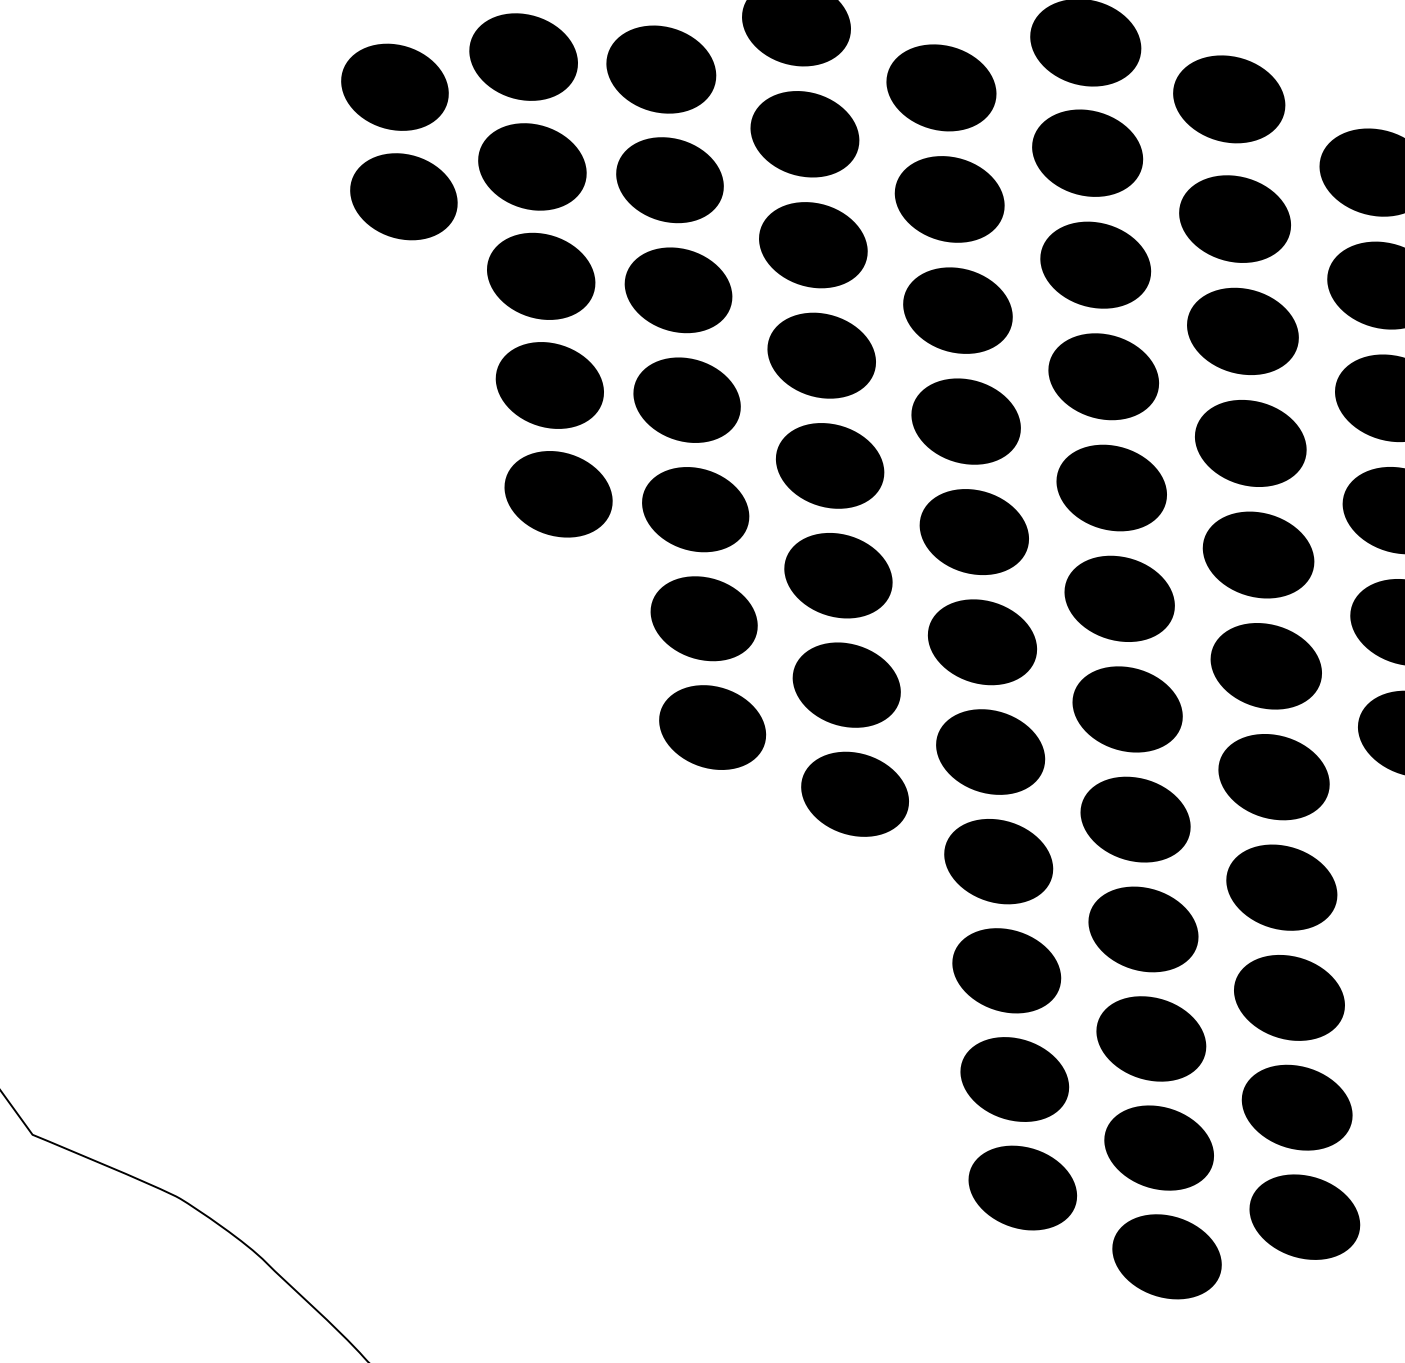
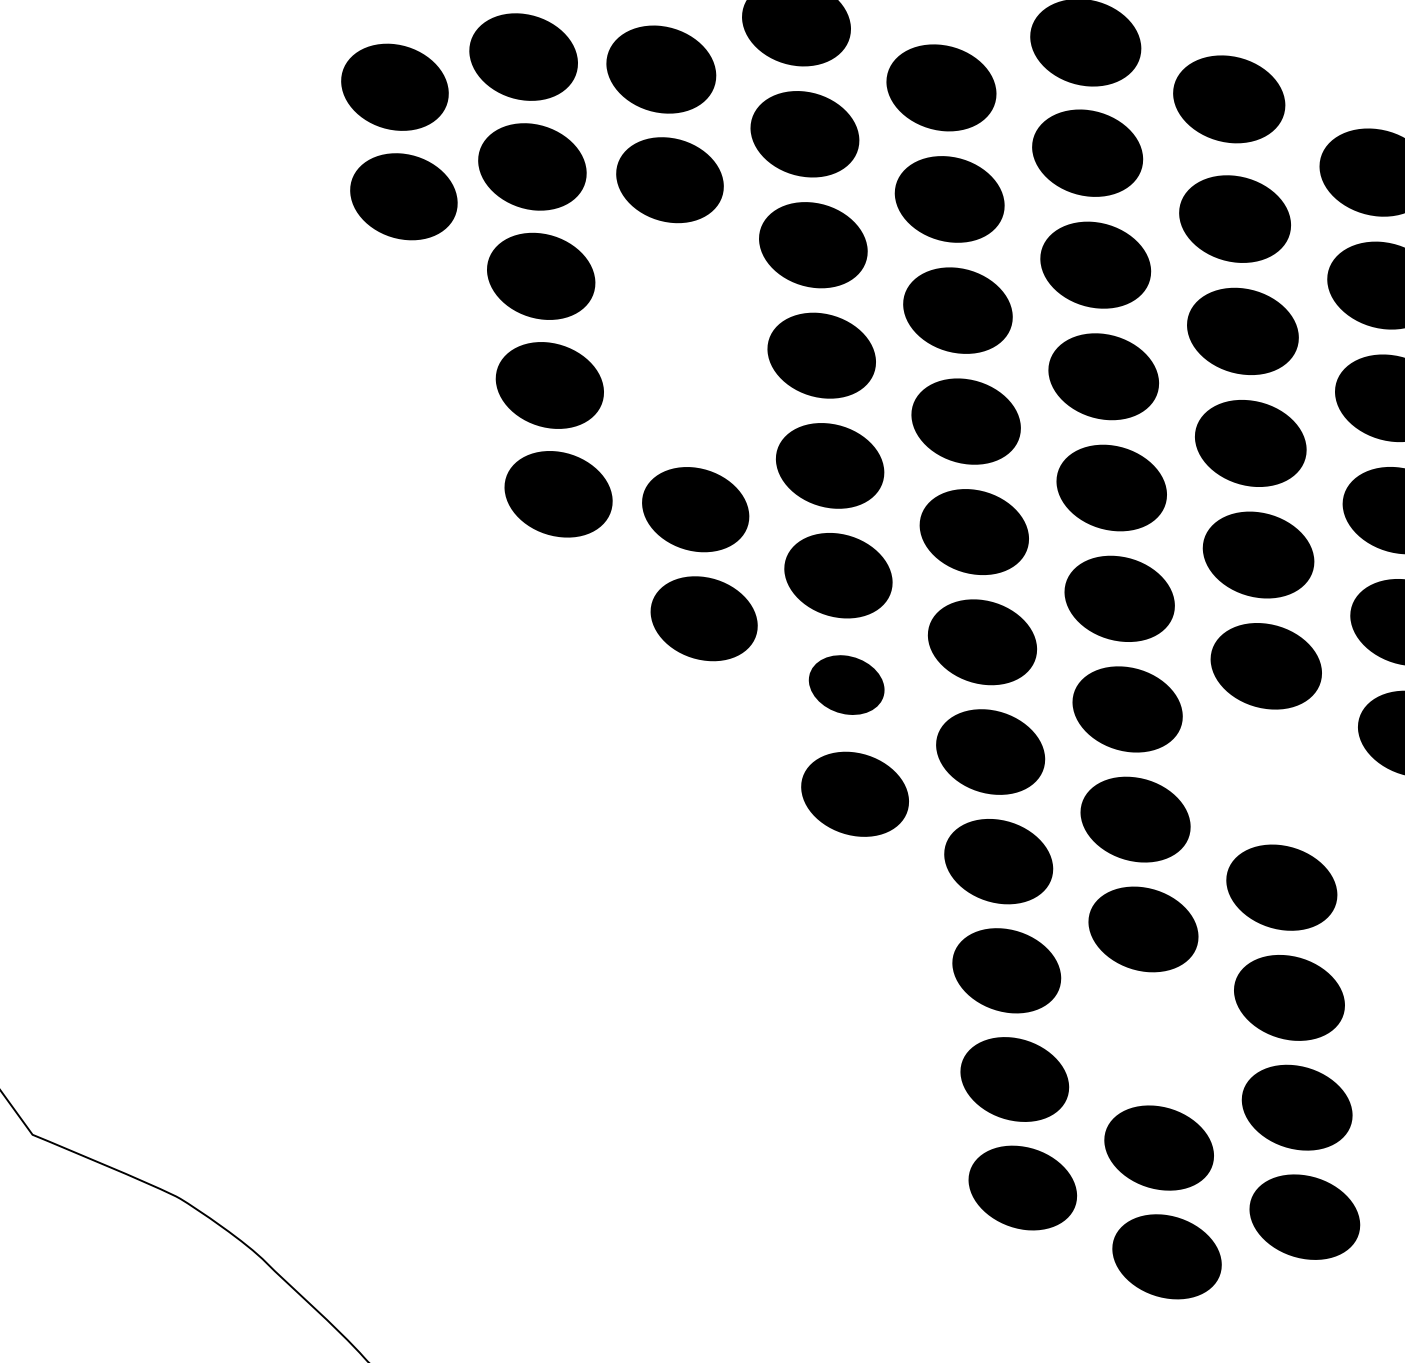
part at (678, 290): present -> none
part at (686, 399): present -> none
part at (846, 684) size: 109x86 px -> 77x60 px
part at (712, 727): present -> none
fill at (1273, 776): present -> none
fill at (1151, 1038): present -> none
